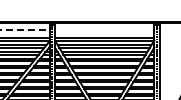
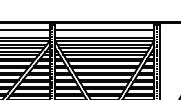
line at (24, 29): dashed -> solid
line at (104, 29): none -> present
